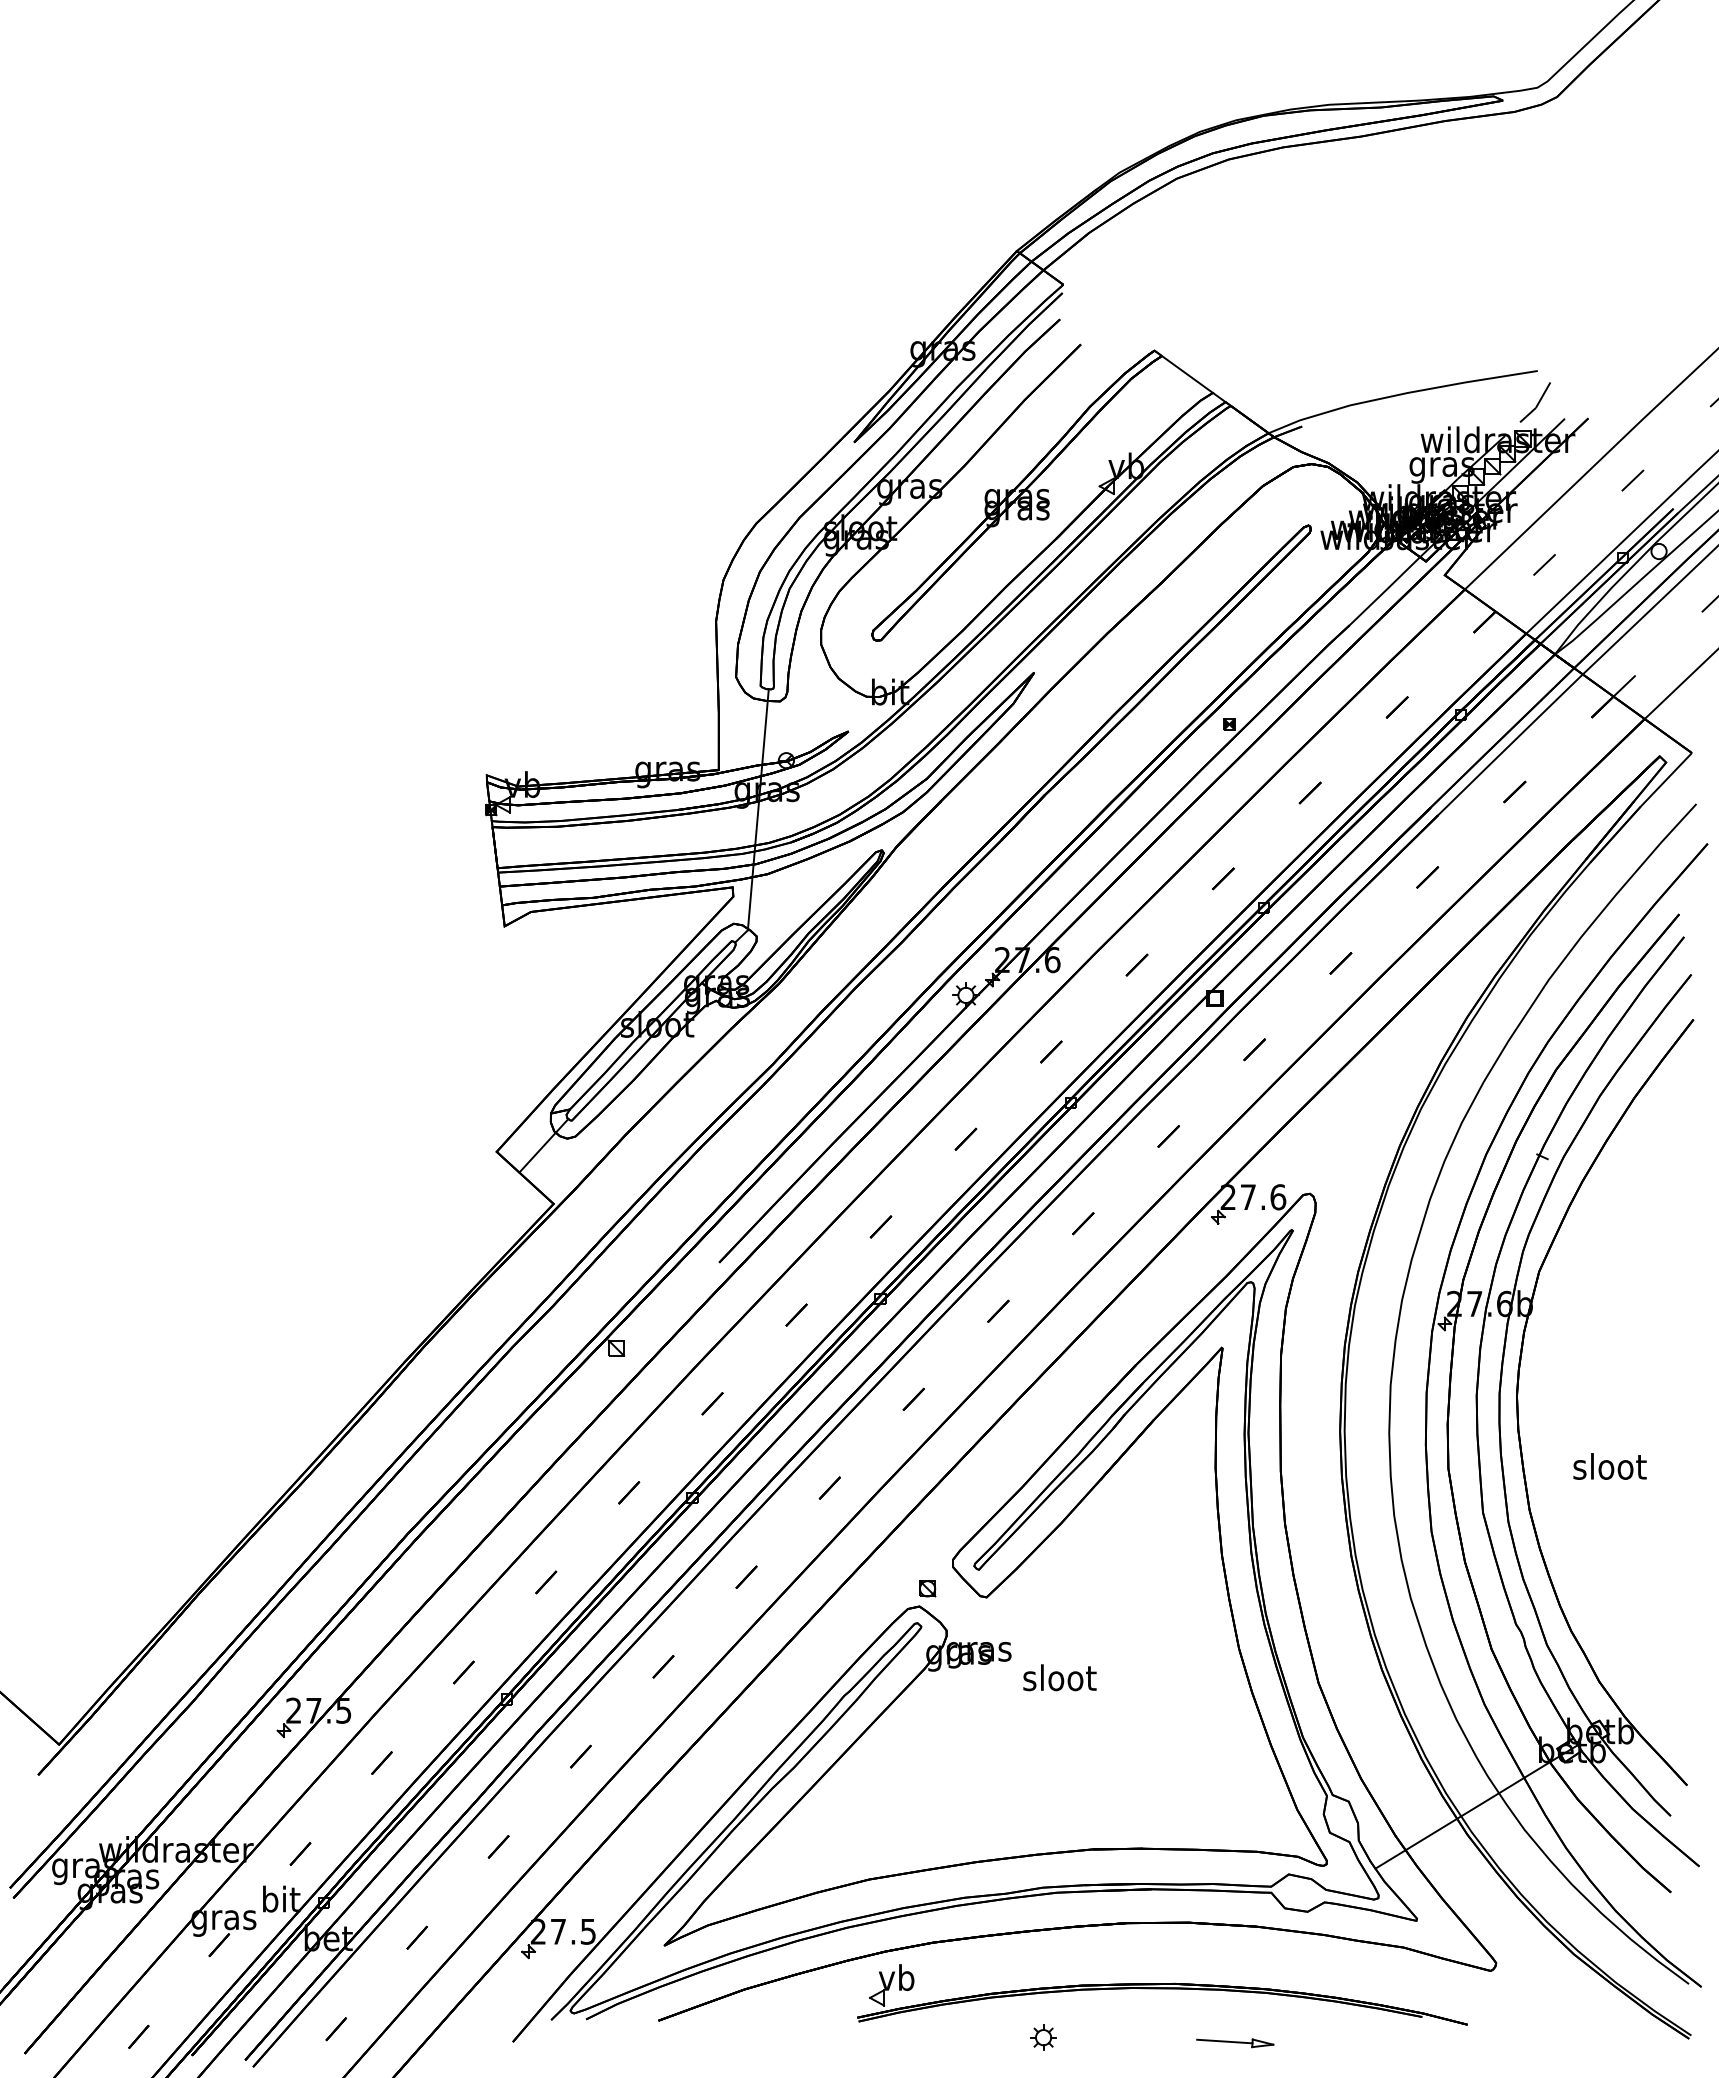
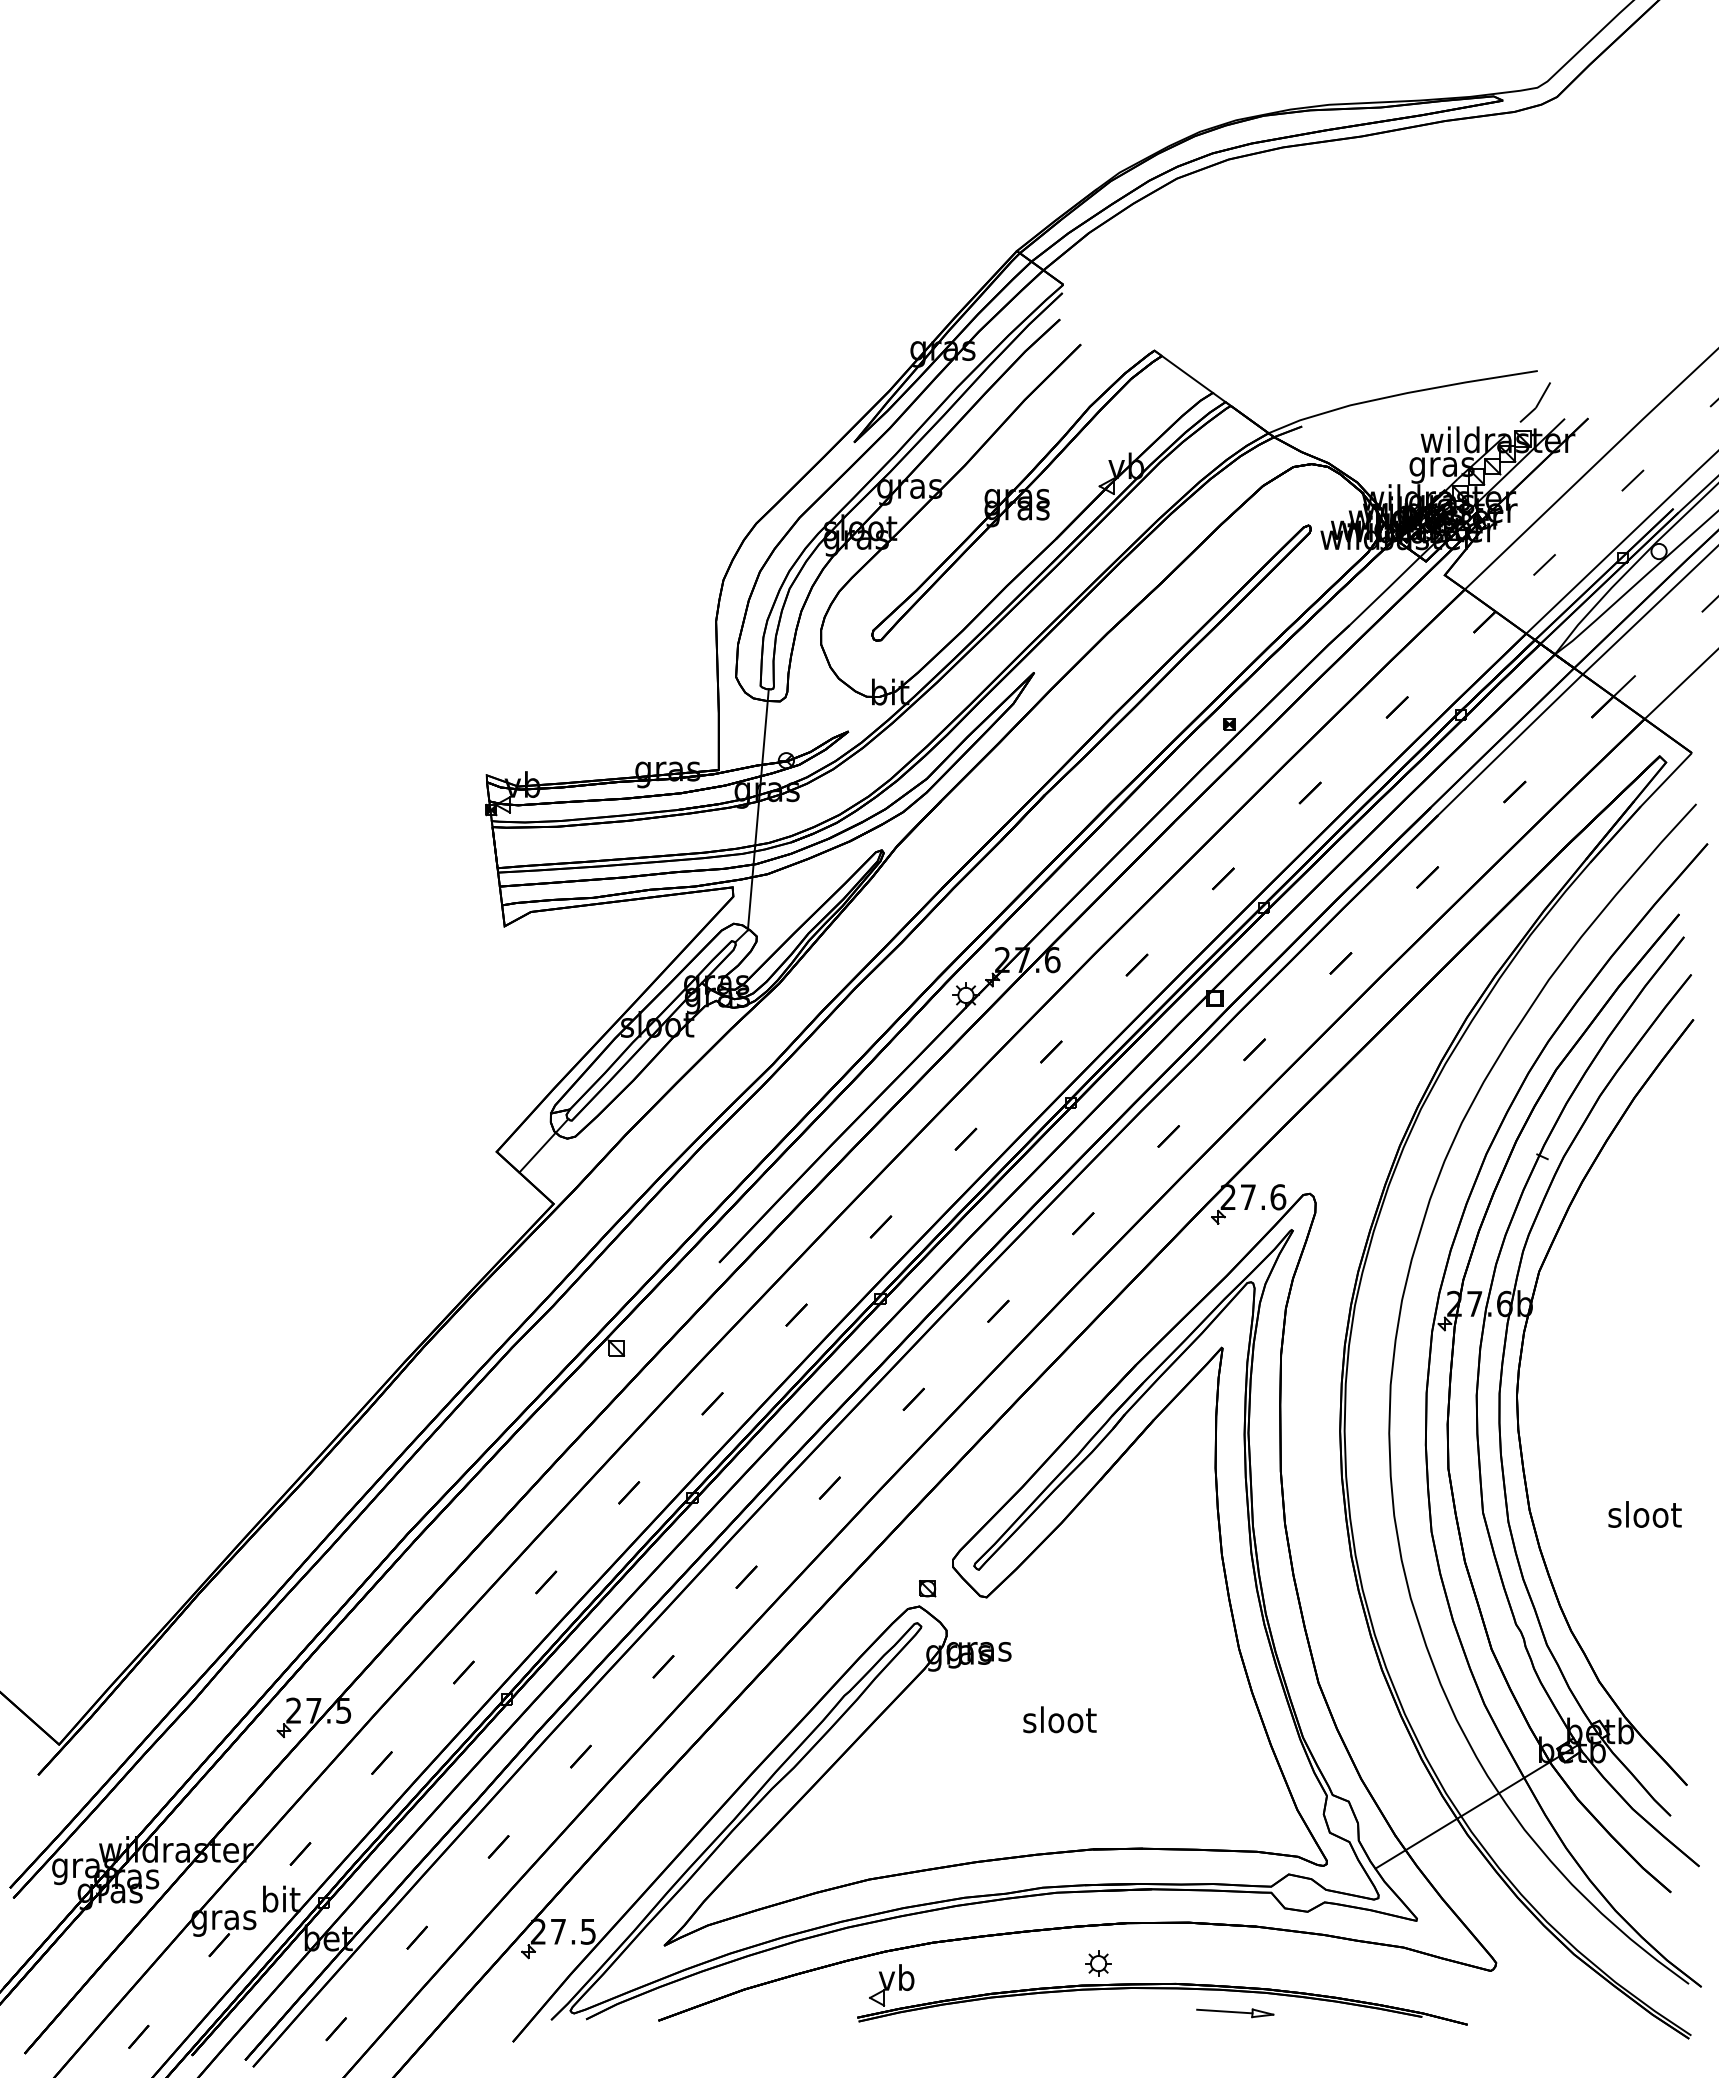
text at (1609, 1466) position: (1609, 1466) -> (1644, 1514)
text at (1059, 1677) position: (1059, 1677) -> (1059, 1719)
part at (1043, 2037) position: (1043, 2037) -> (1098, 1963)
part at (1235, 2043) position: (1235, 2043) -> (1235, 2013)
